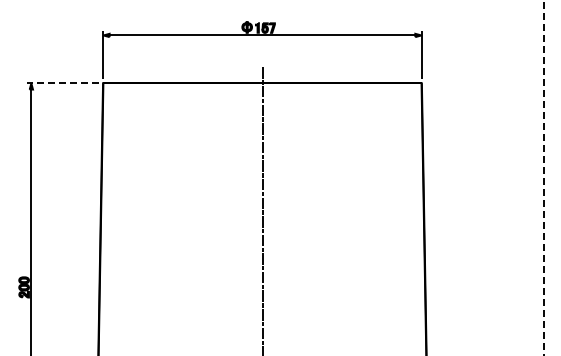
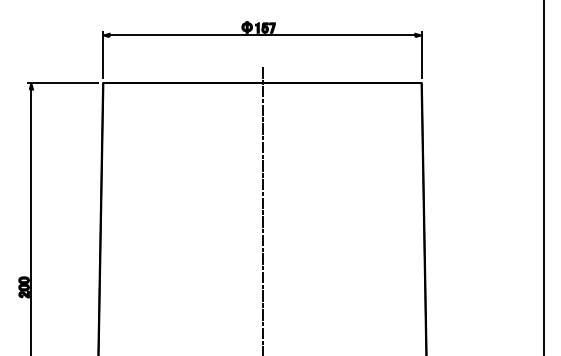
line at (63, 83): dashed -> solid
line at (544, 178): dashed -> solid
